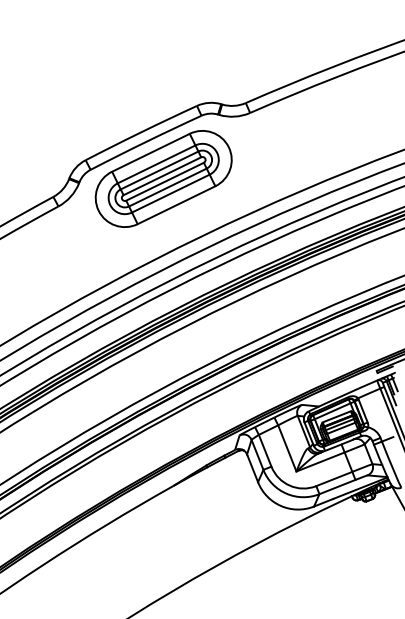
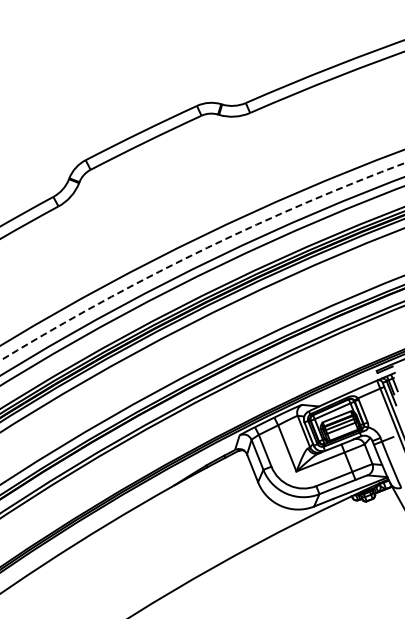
part at (163, 178): present -> none
arc at (198, 252): solid -> dashed
